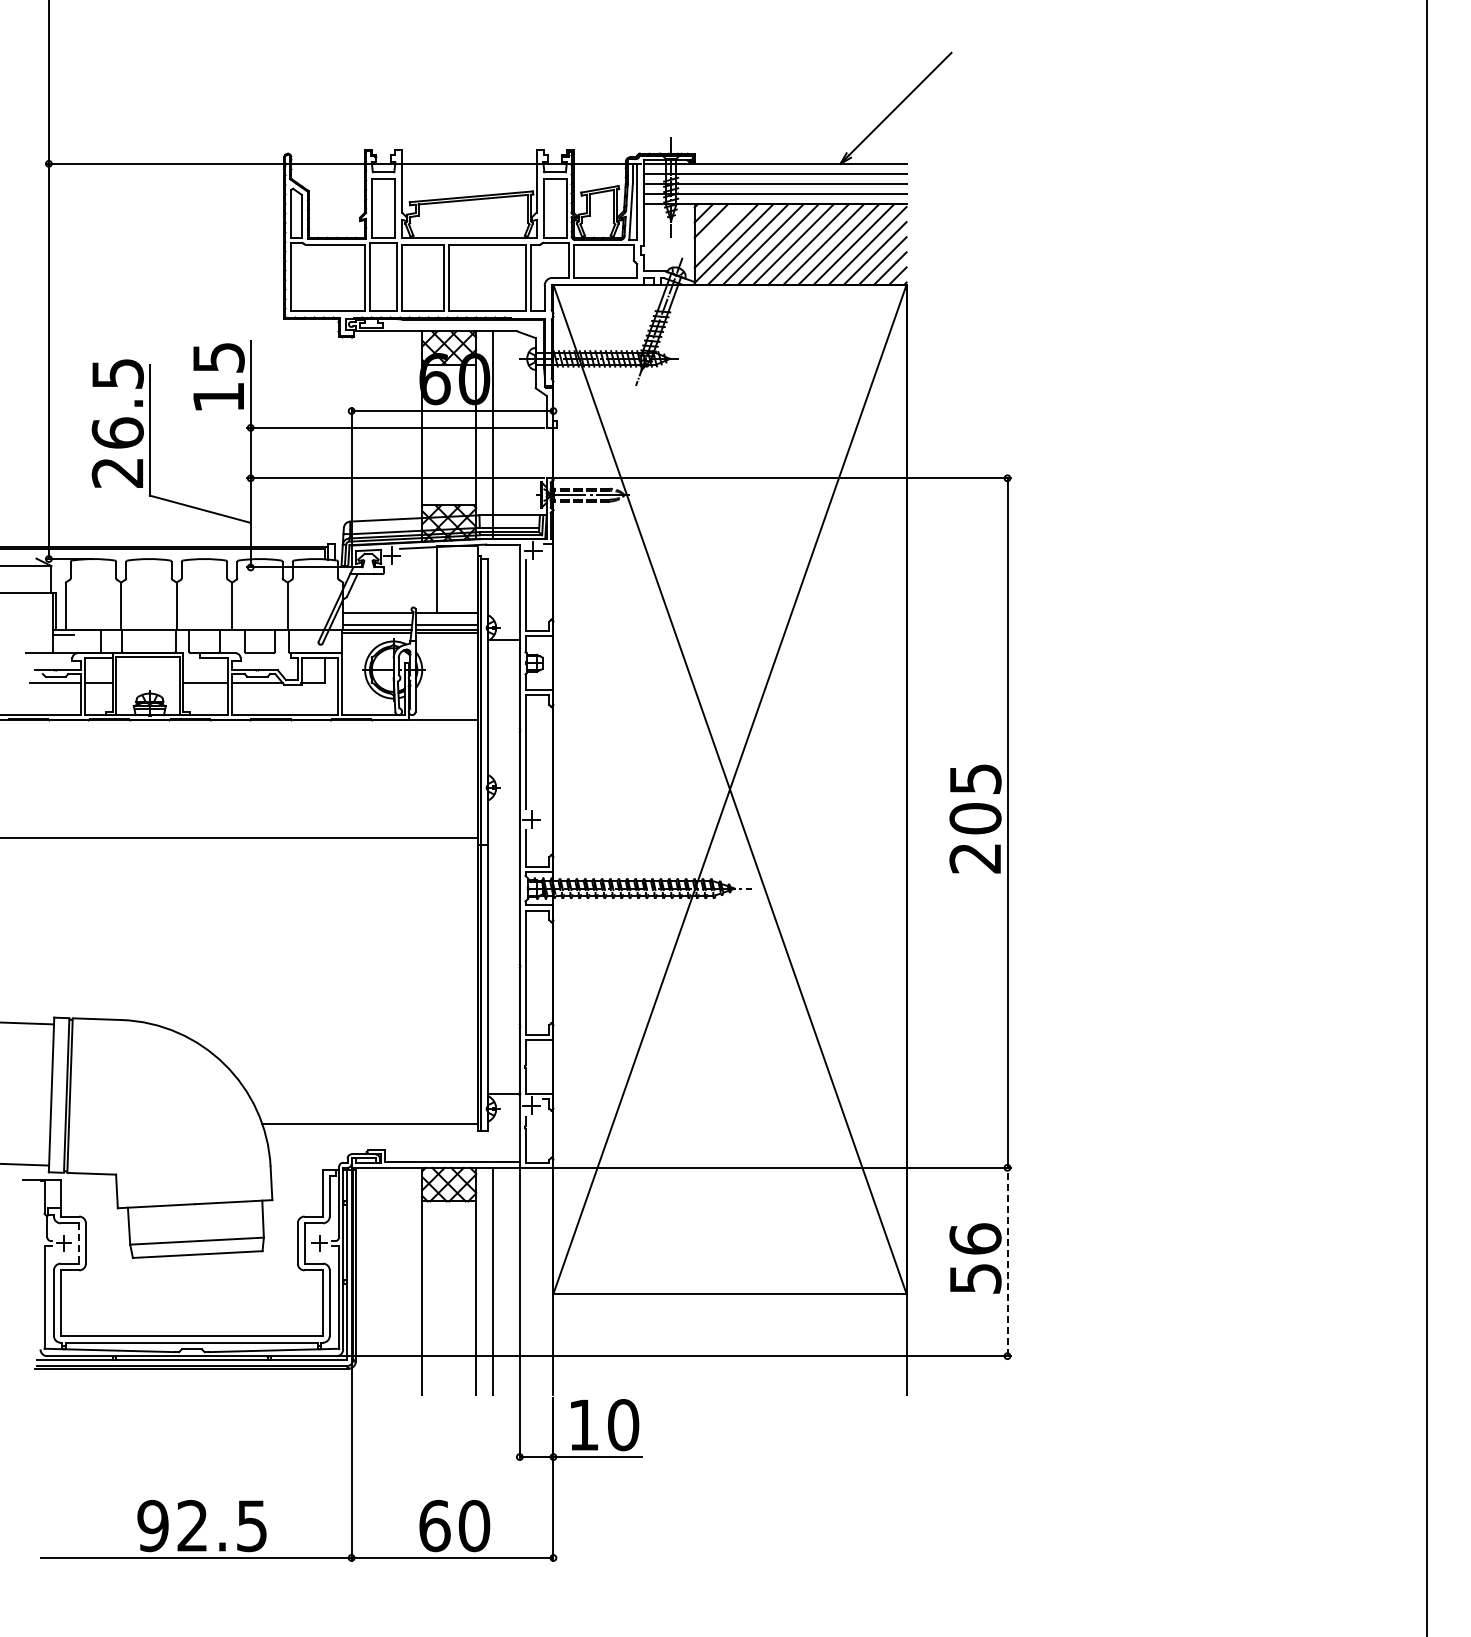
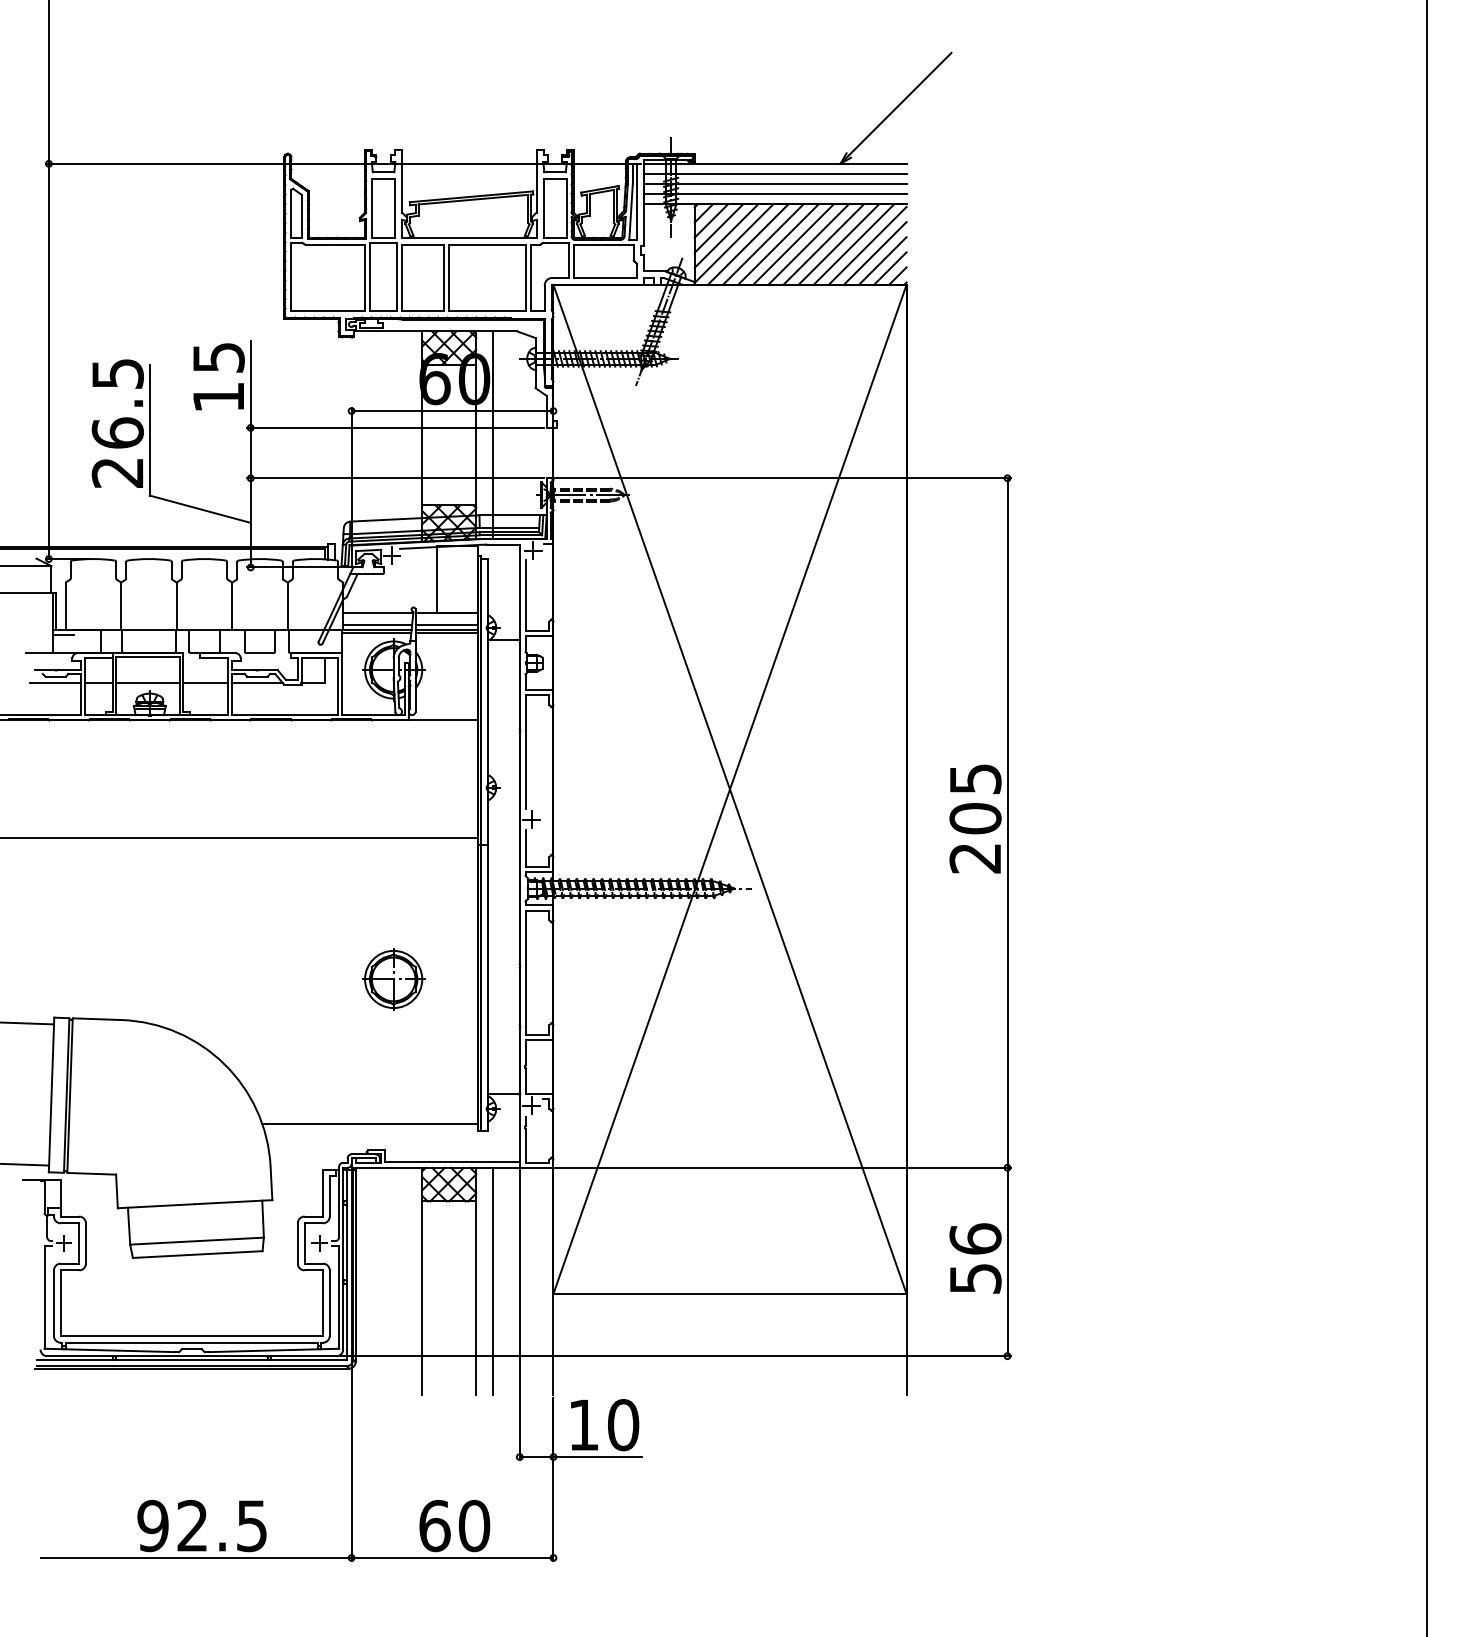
line at (718, 228): none -> present
line at (148, 683): none -> present
part at (393, 979): none -> present
line at (79, 1243): dashed -> solid
line at (1007, 1261): dashed -> solid
